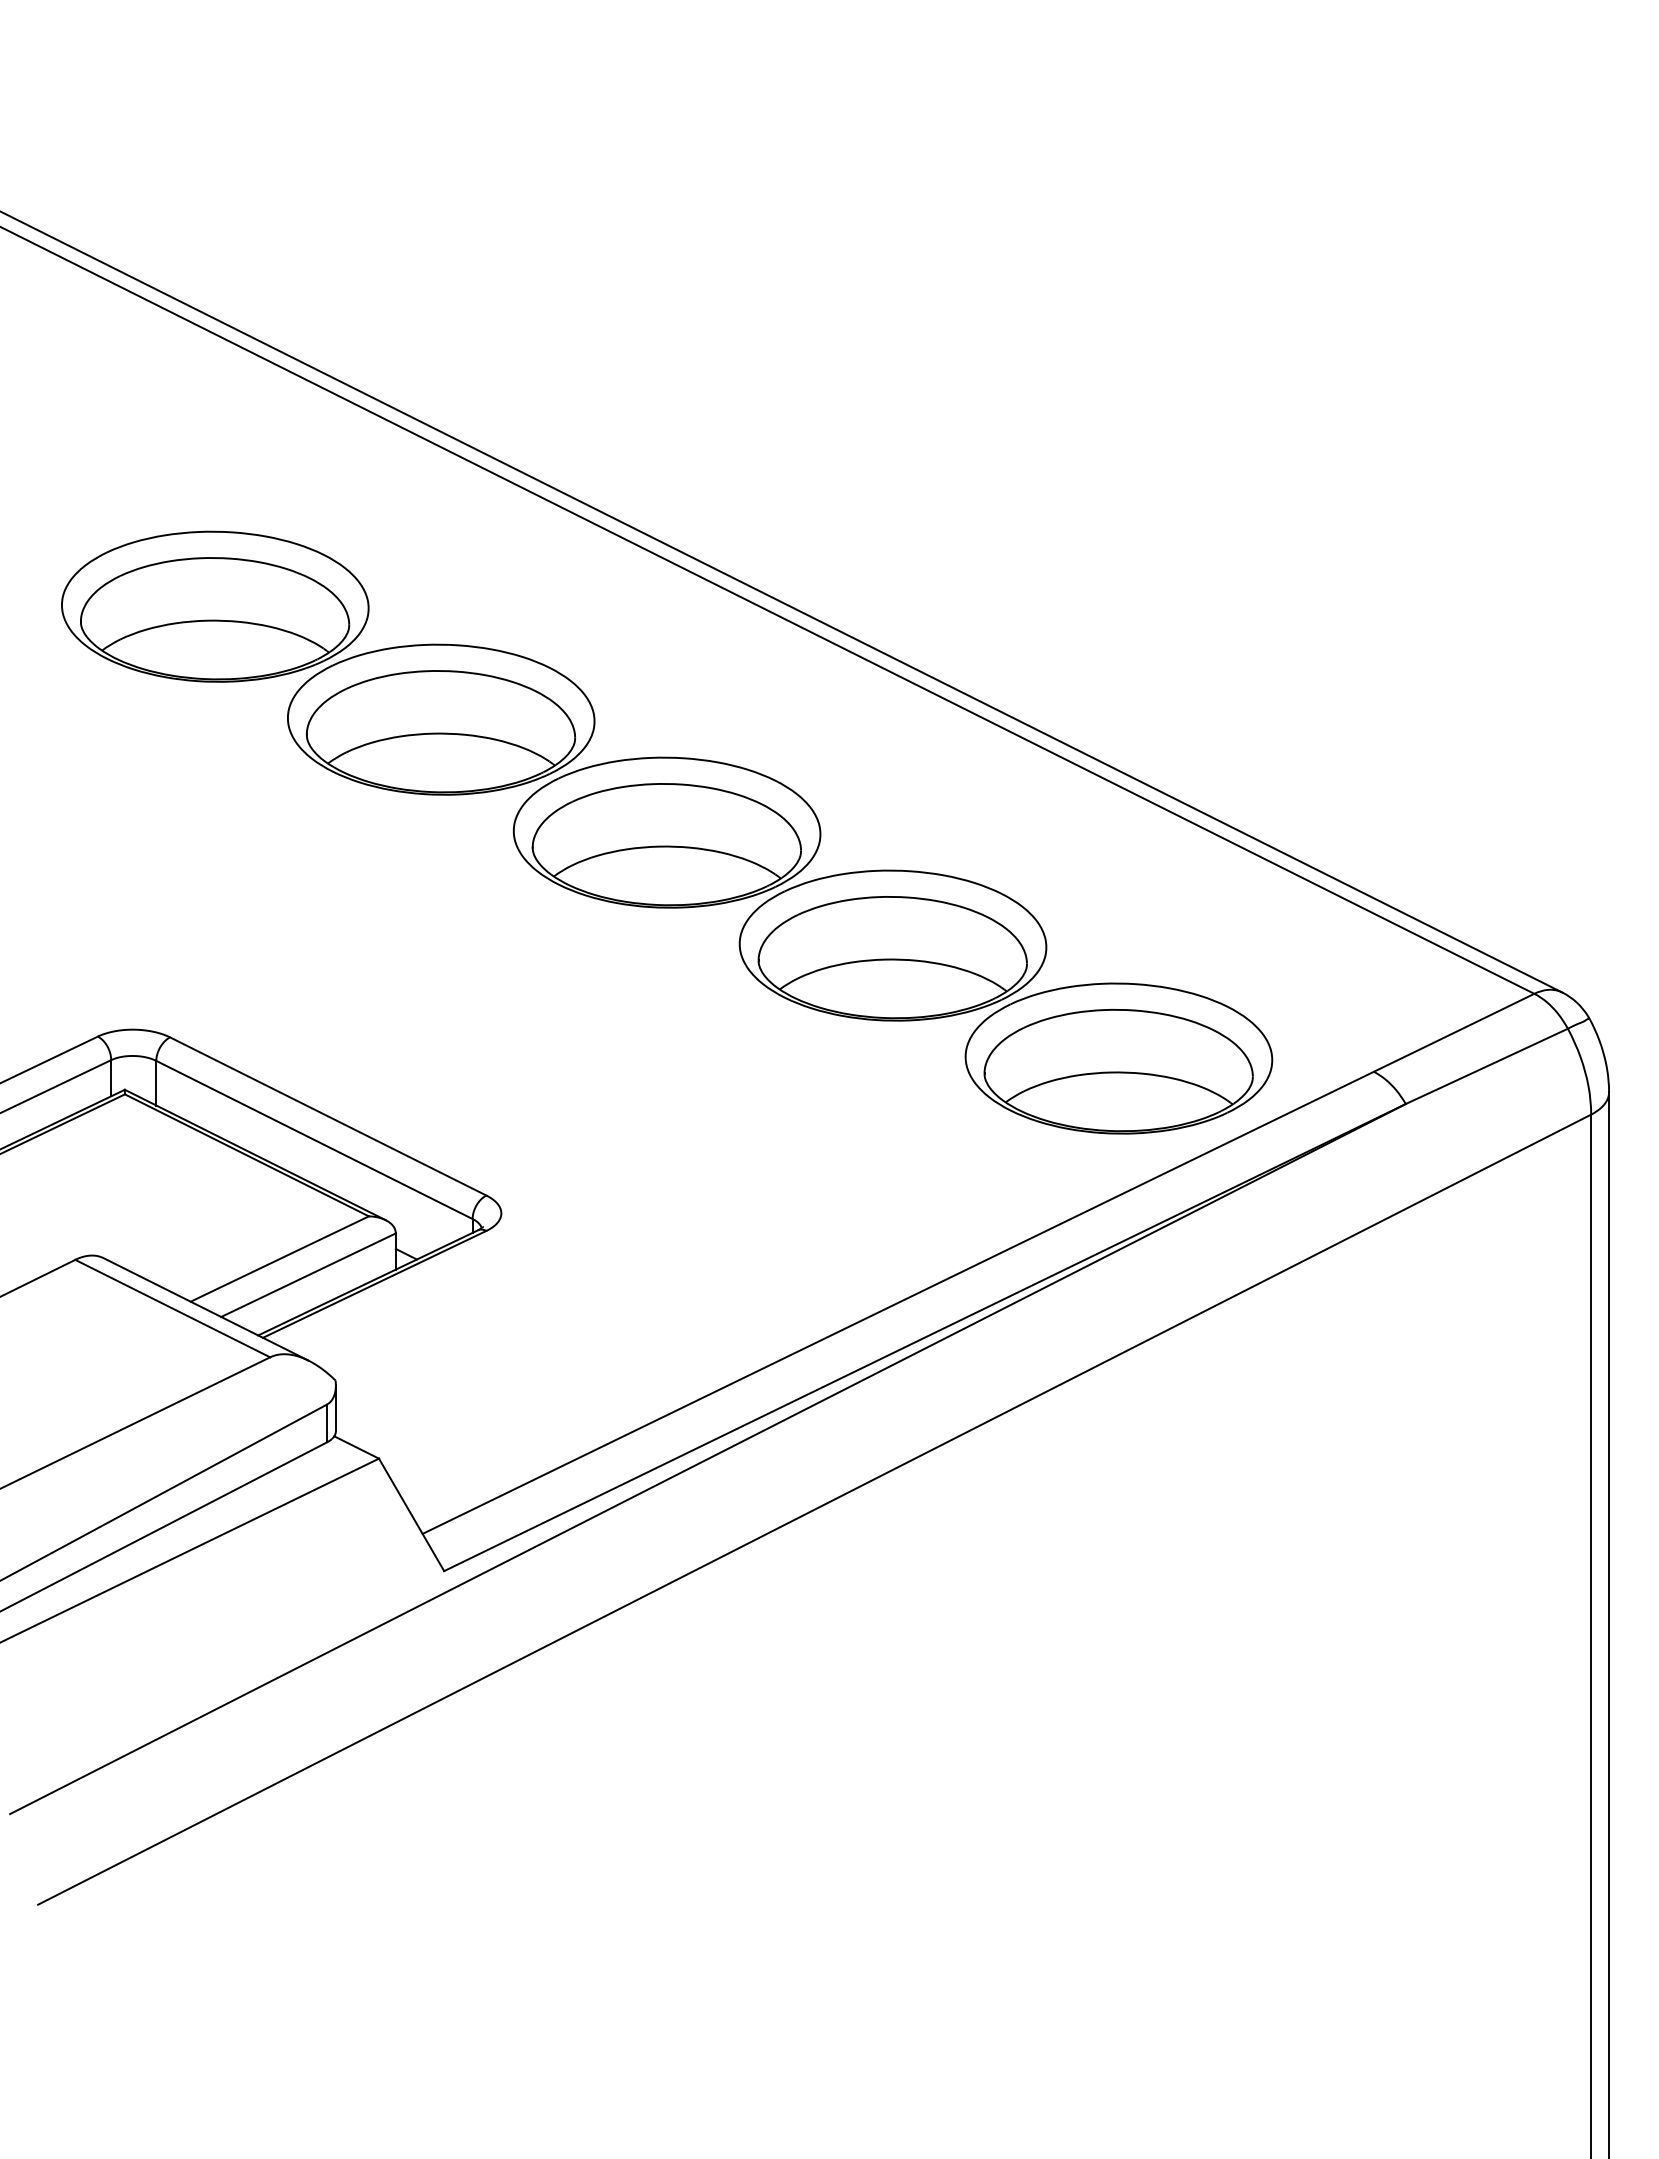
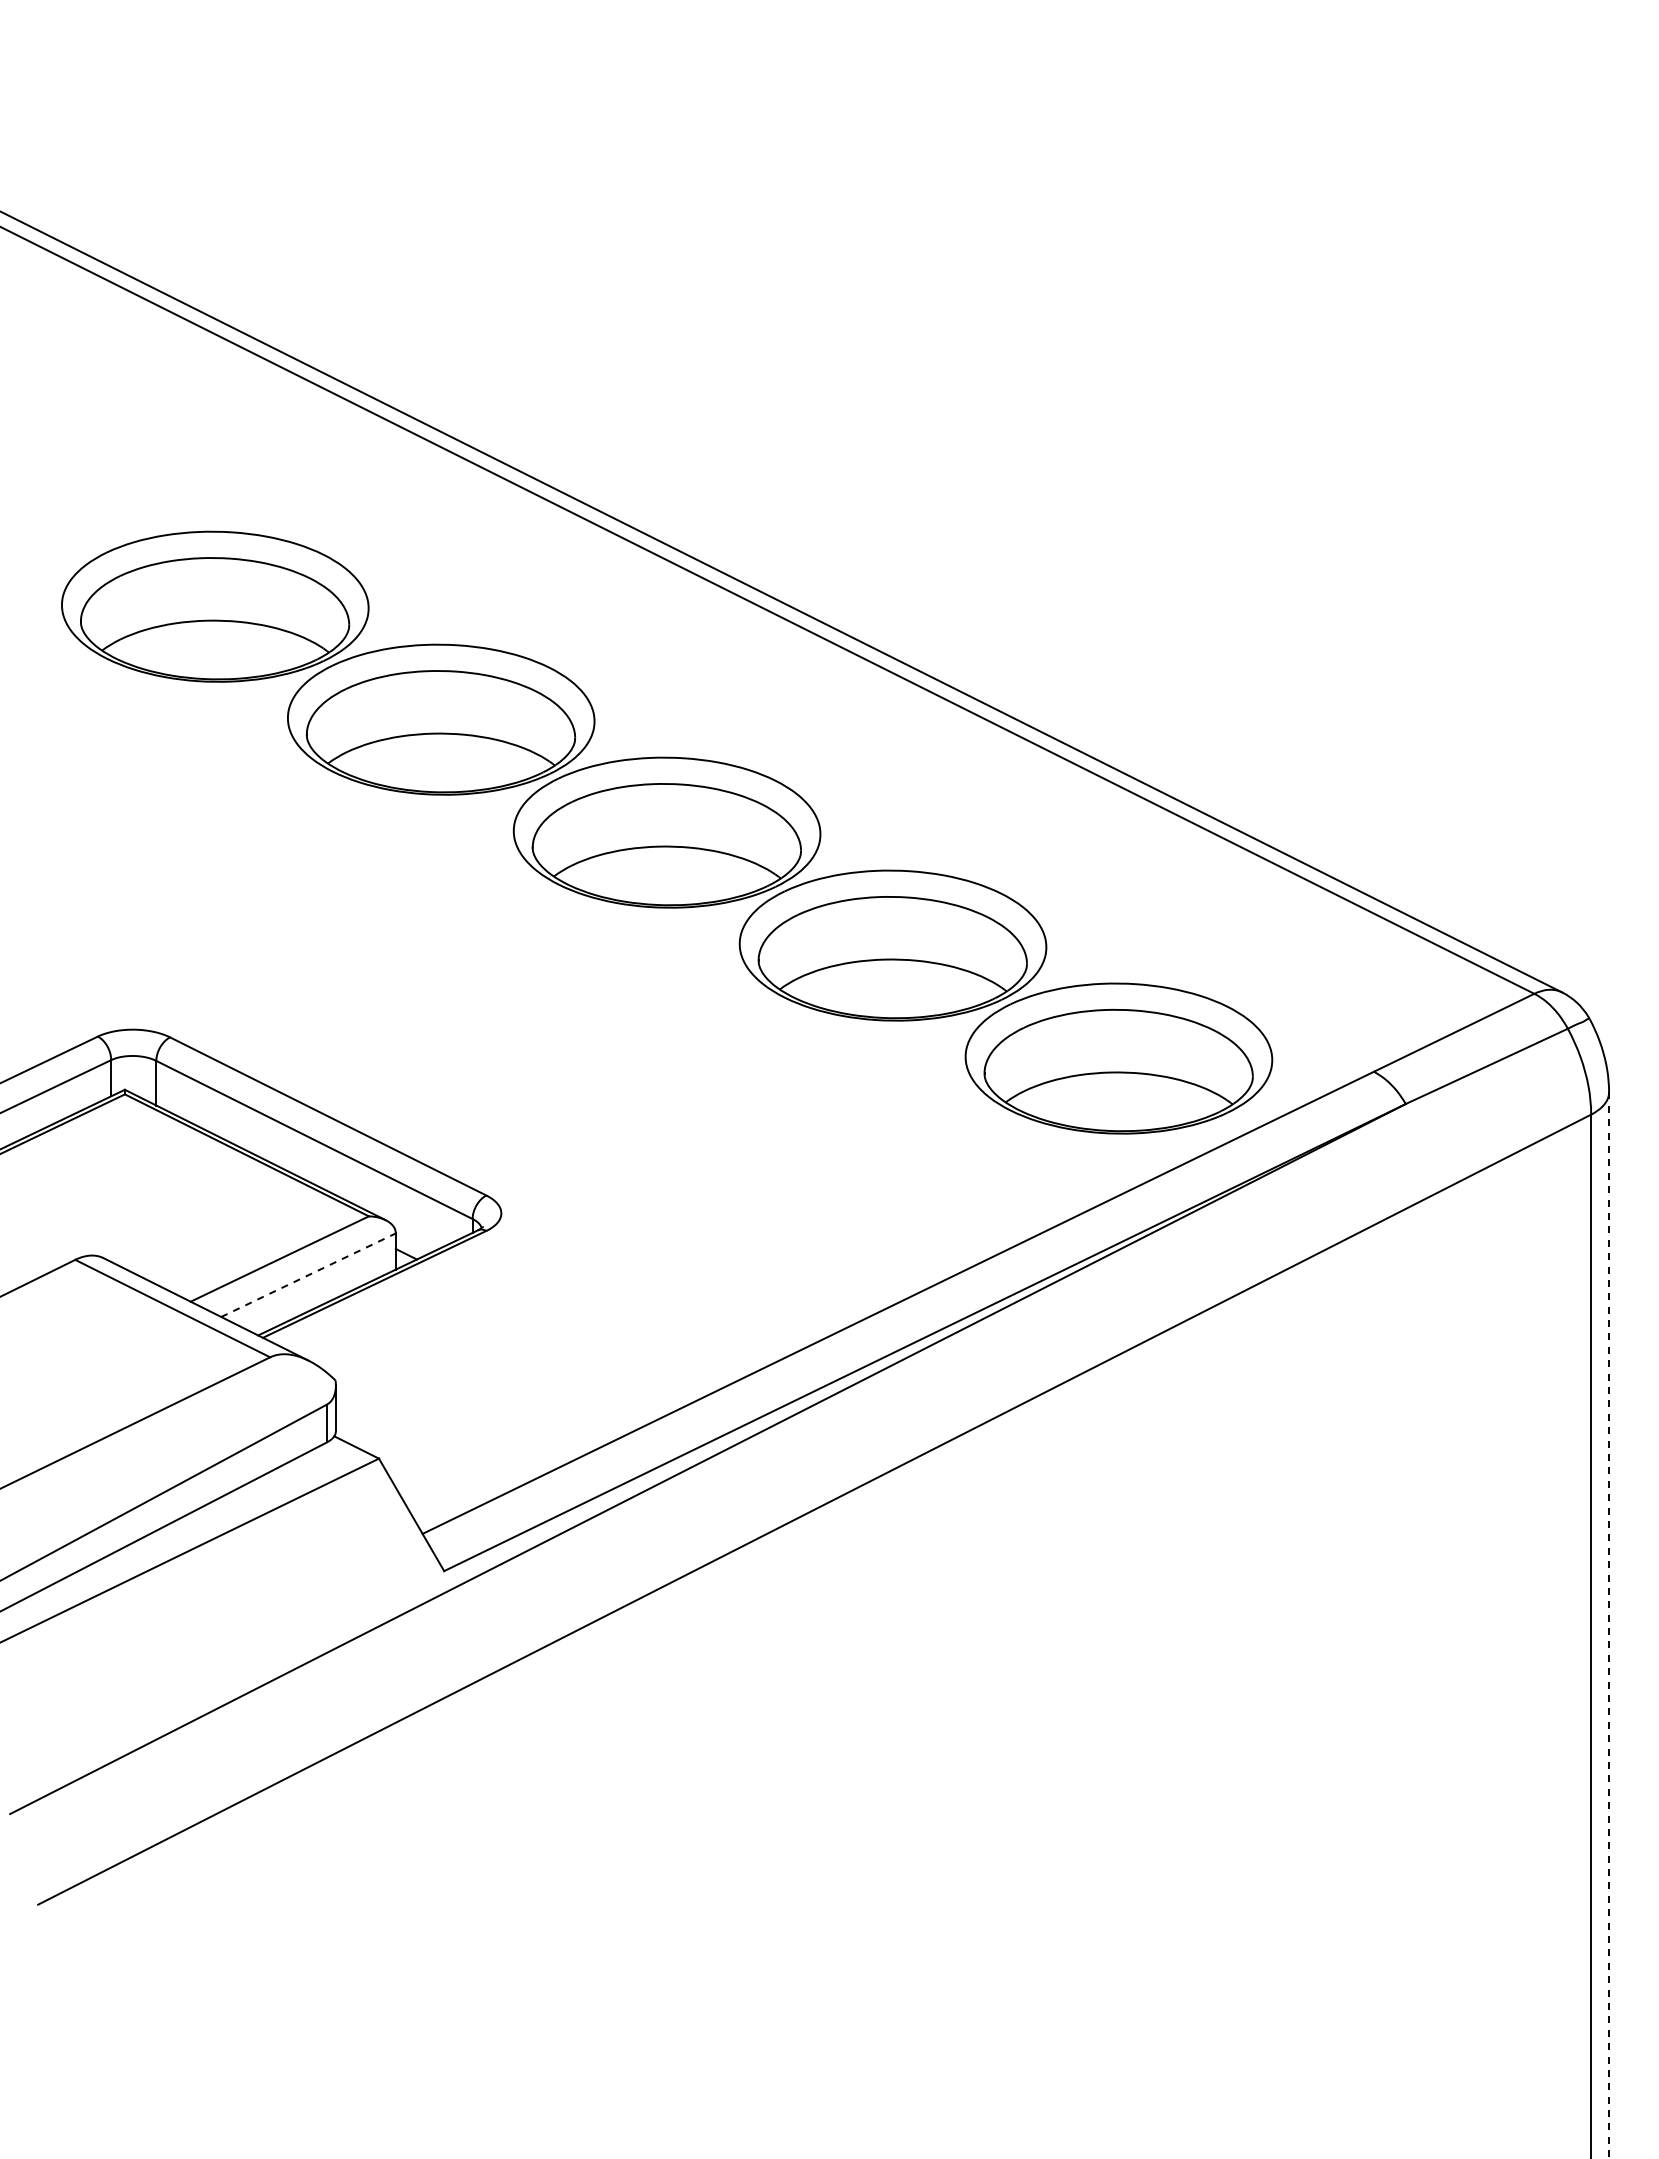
line at (308, 1275): solid -> dashed
line at (1609, 1625): solid -> dashed
